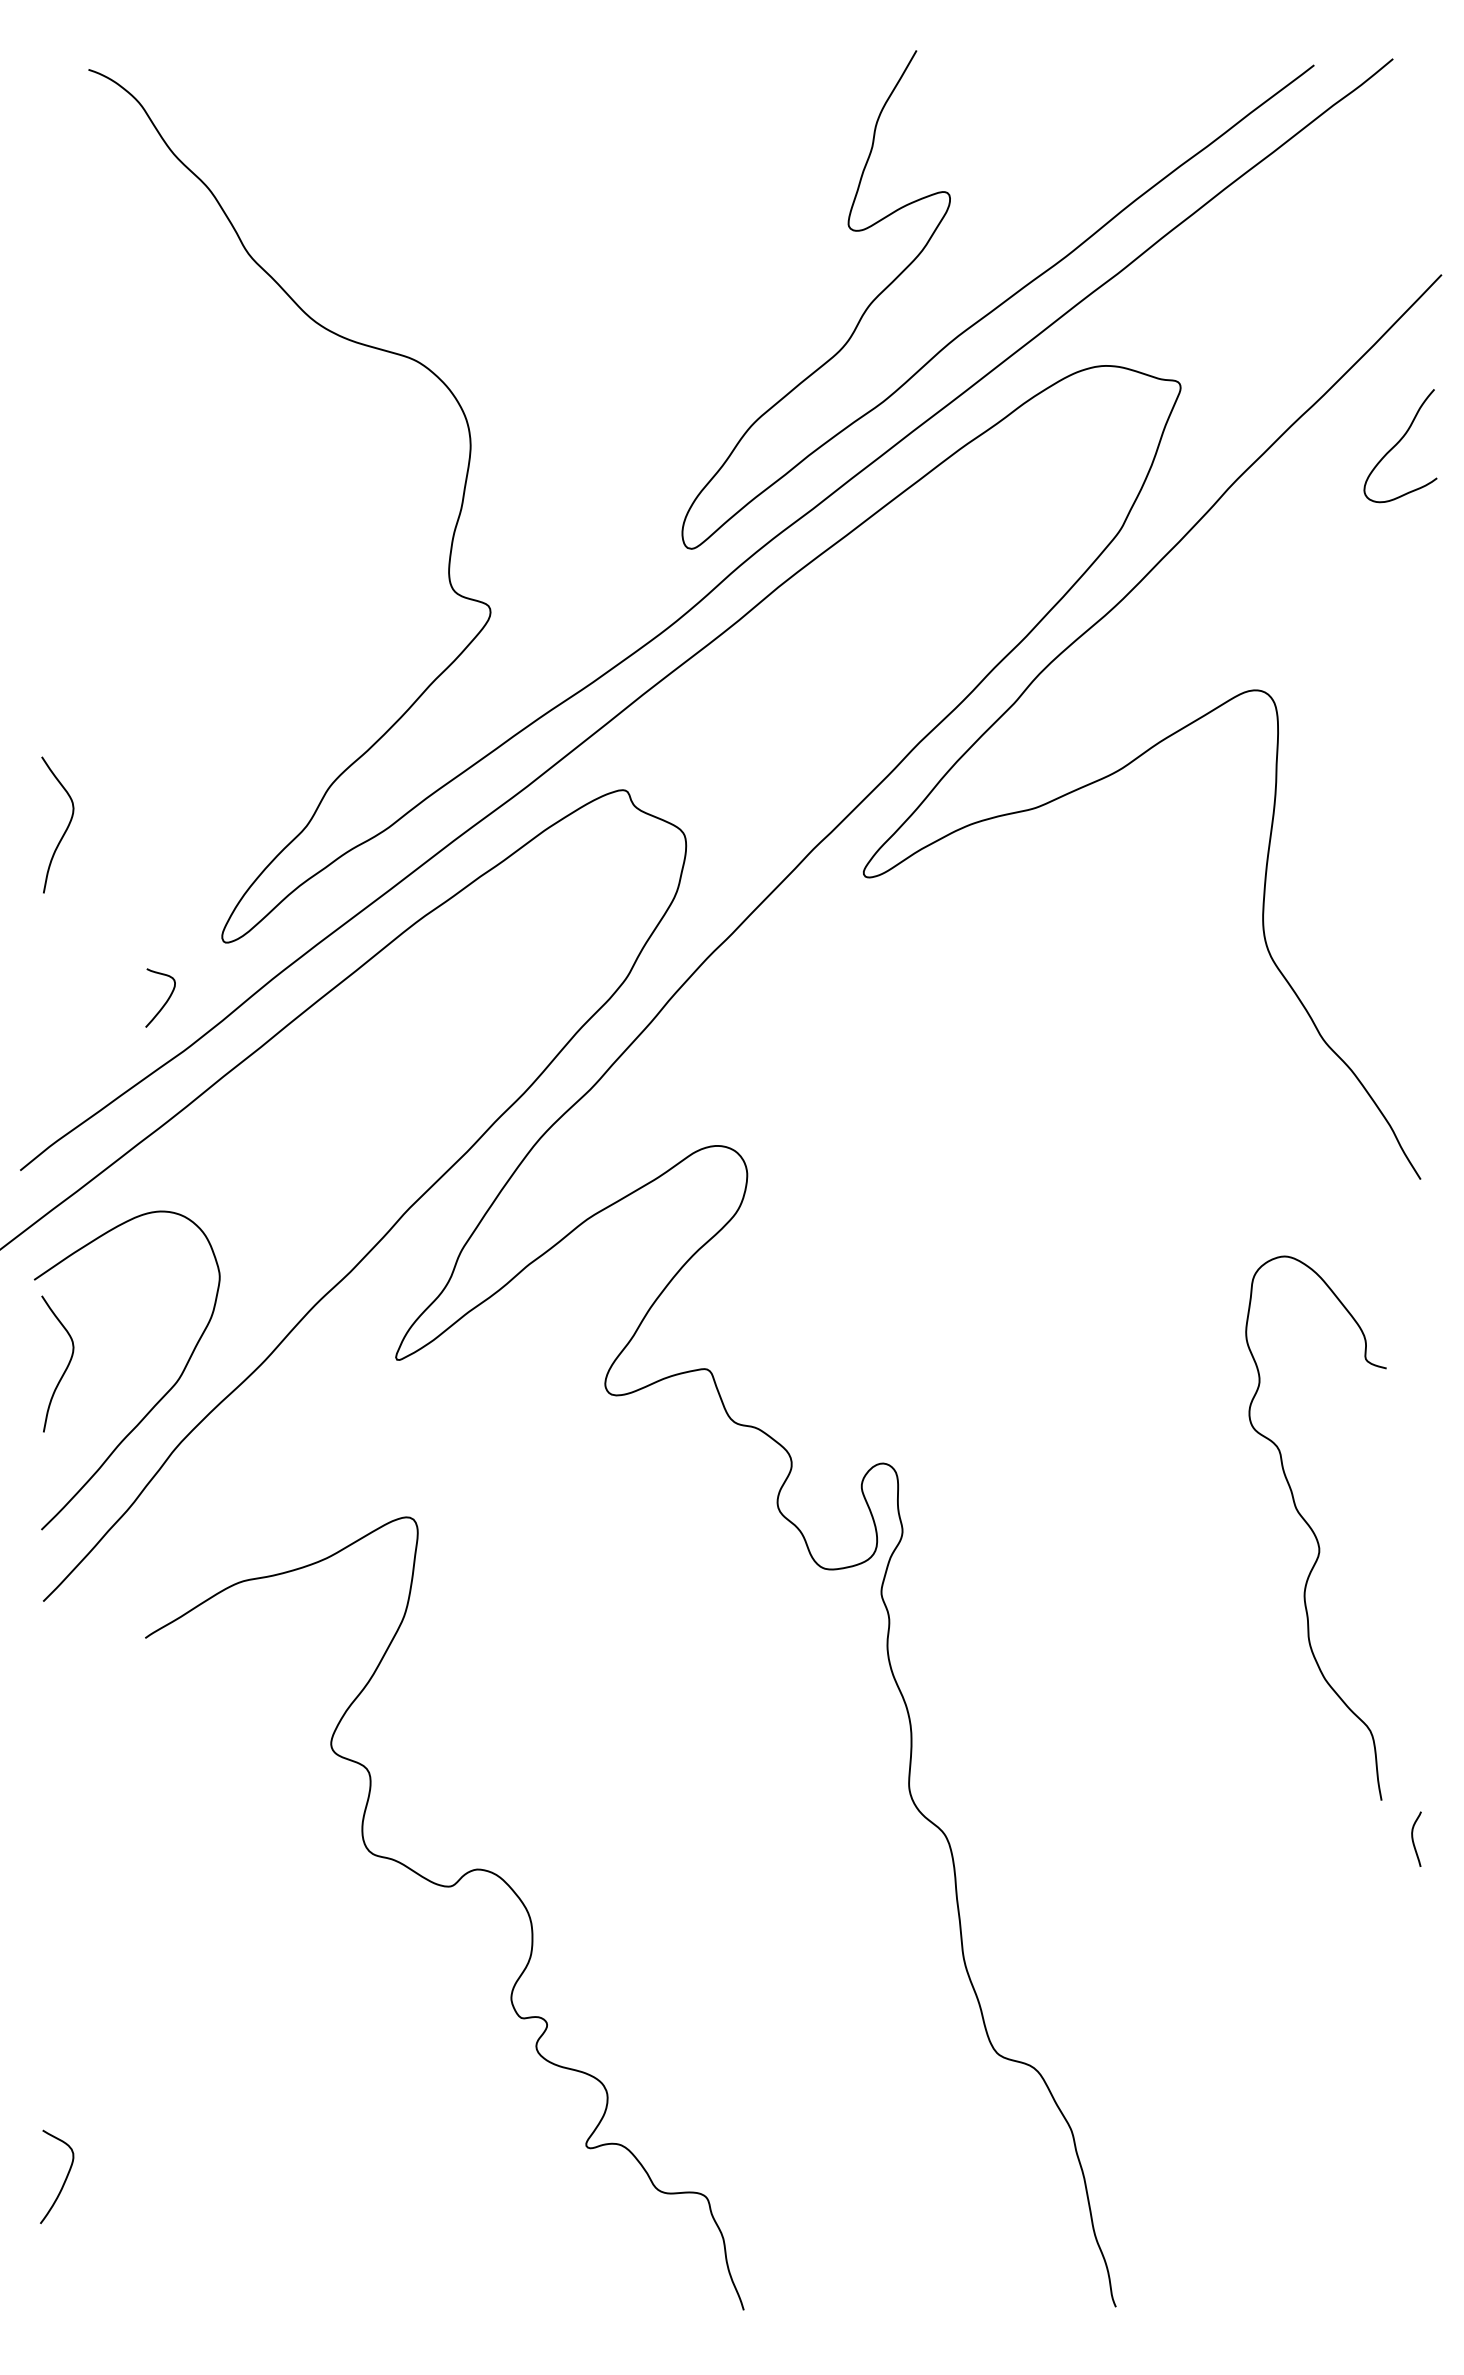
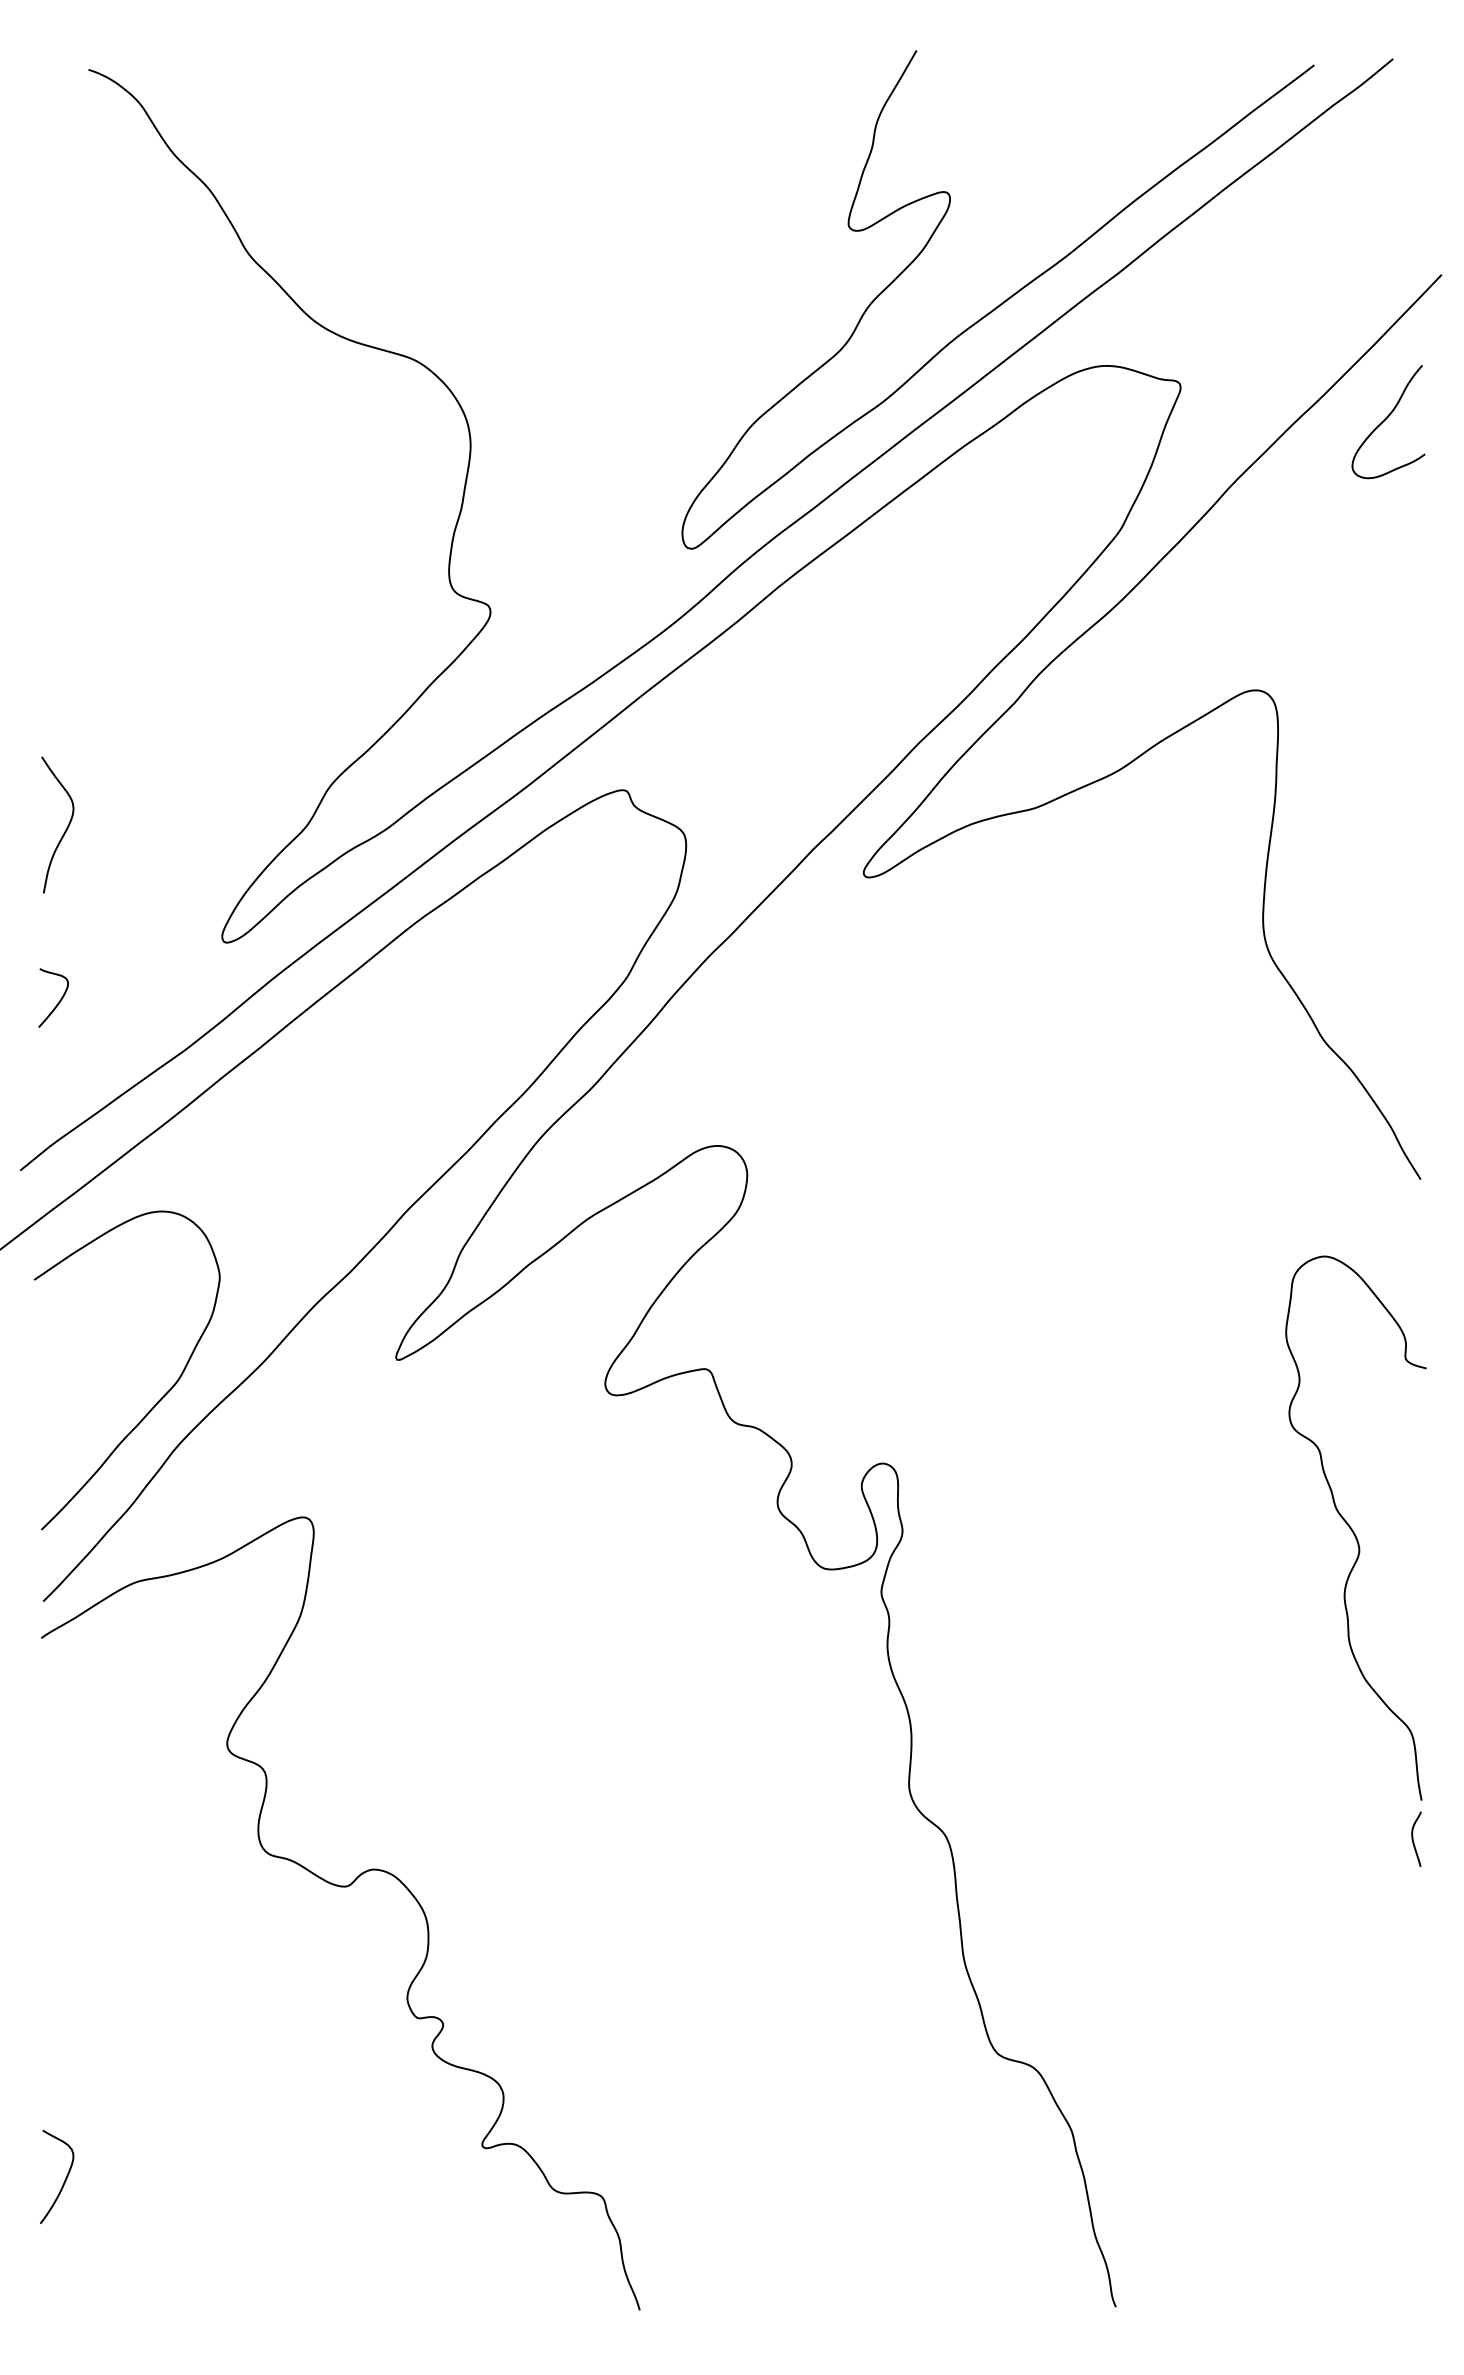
curve at (1398, 443) position: (1398, 443) -> (1386, 419)
curve at (166, 1000) position: (166, 1000) -> (59, 1000)
curve at (65, 1368): present -> none
curve at (1312, 1528) position: (1312, 1528) -> (1352, 1528)
curve at (444, 1887) position: (444, 1887) -> (340, 1887)
